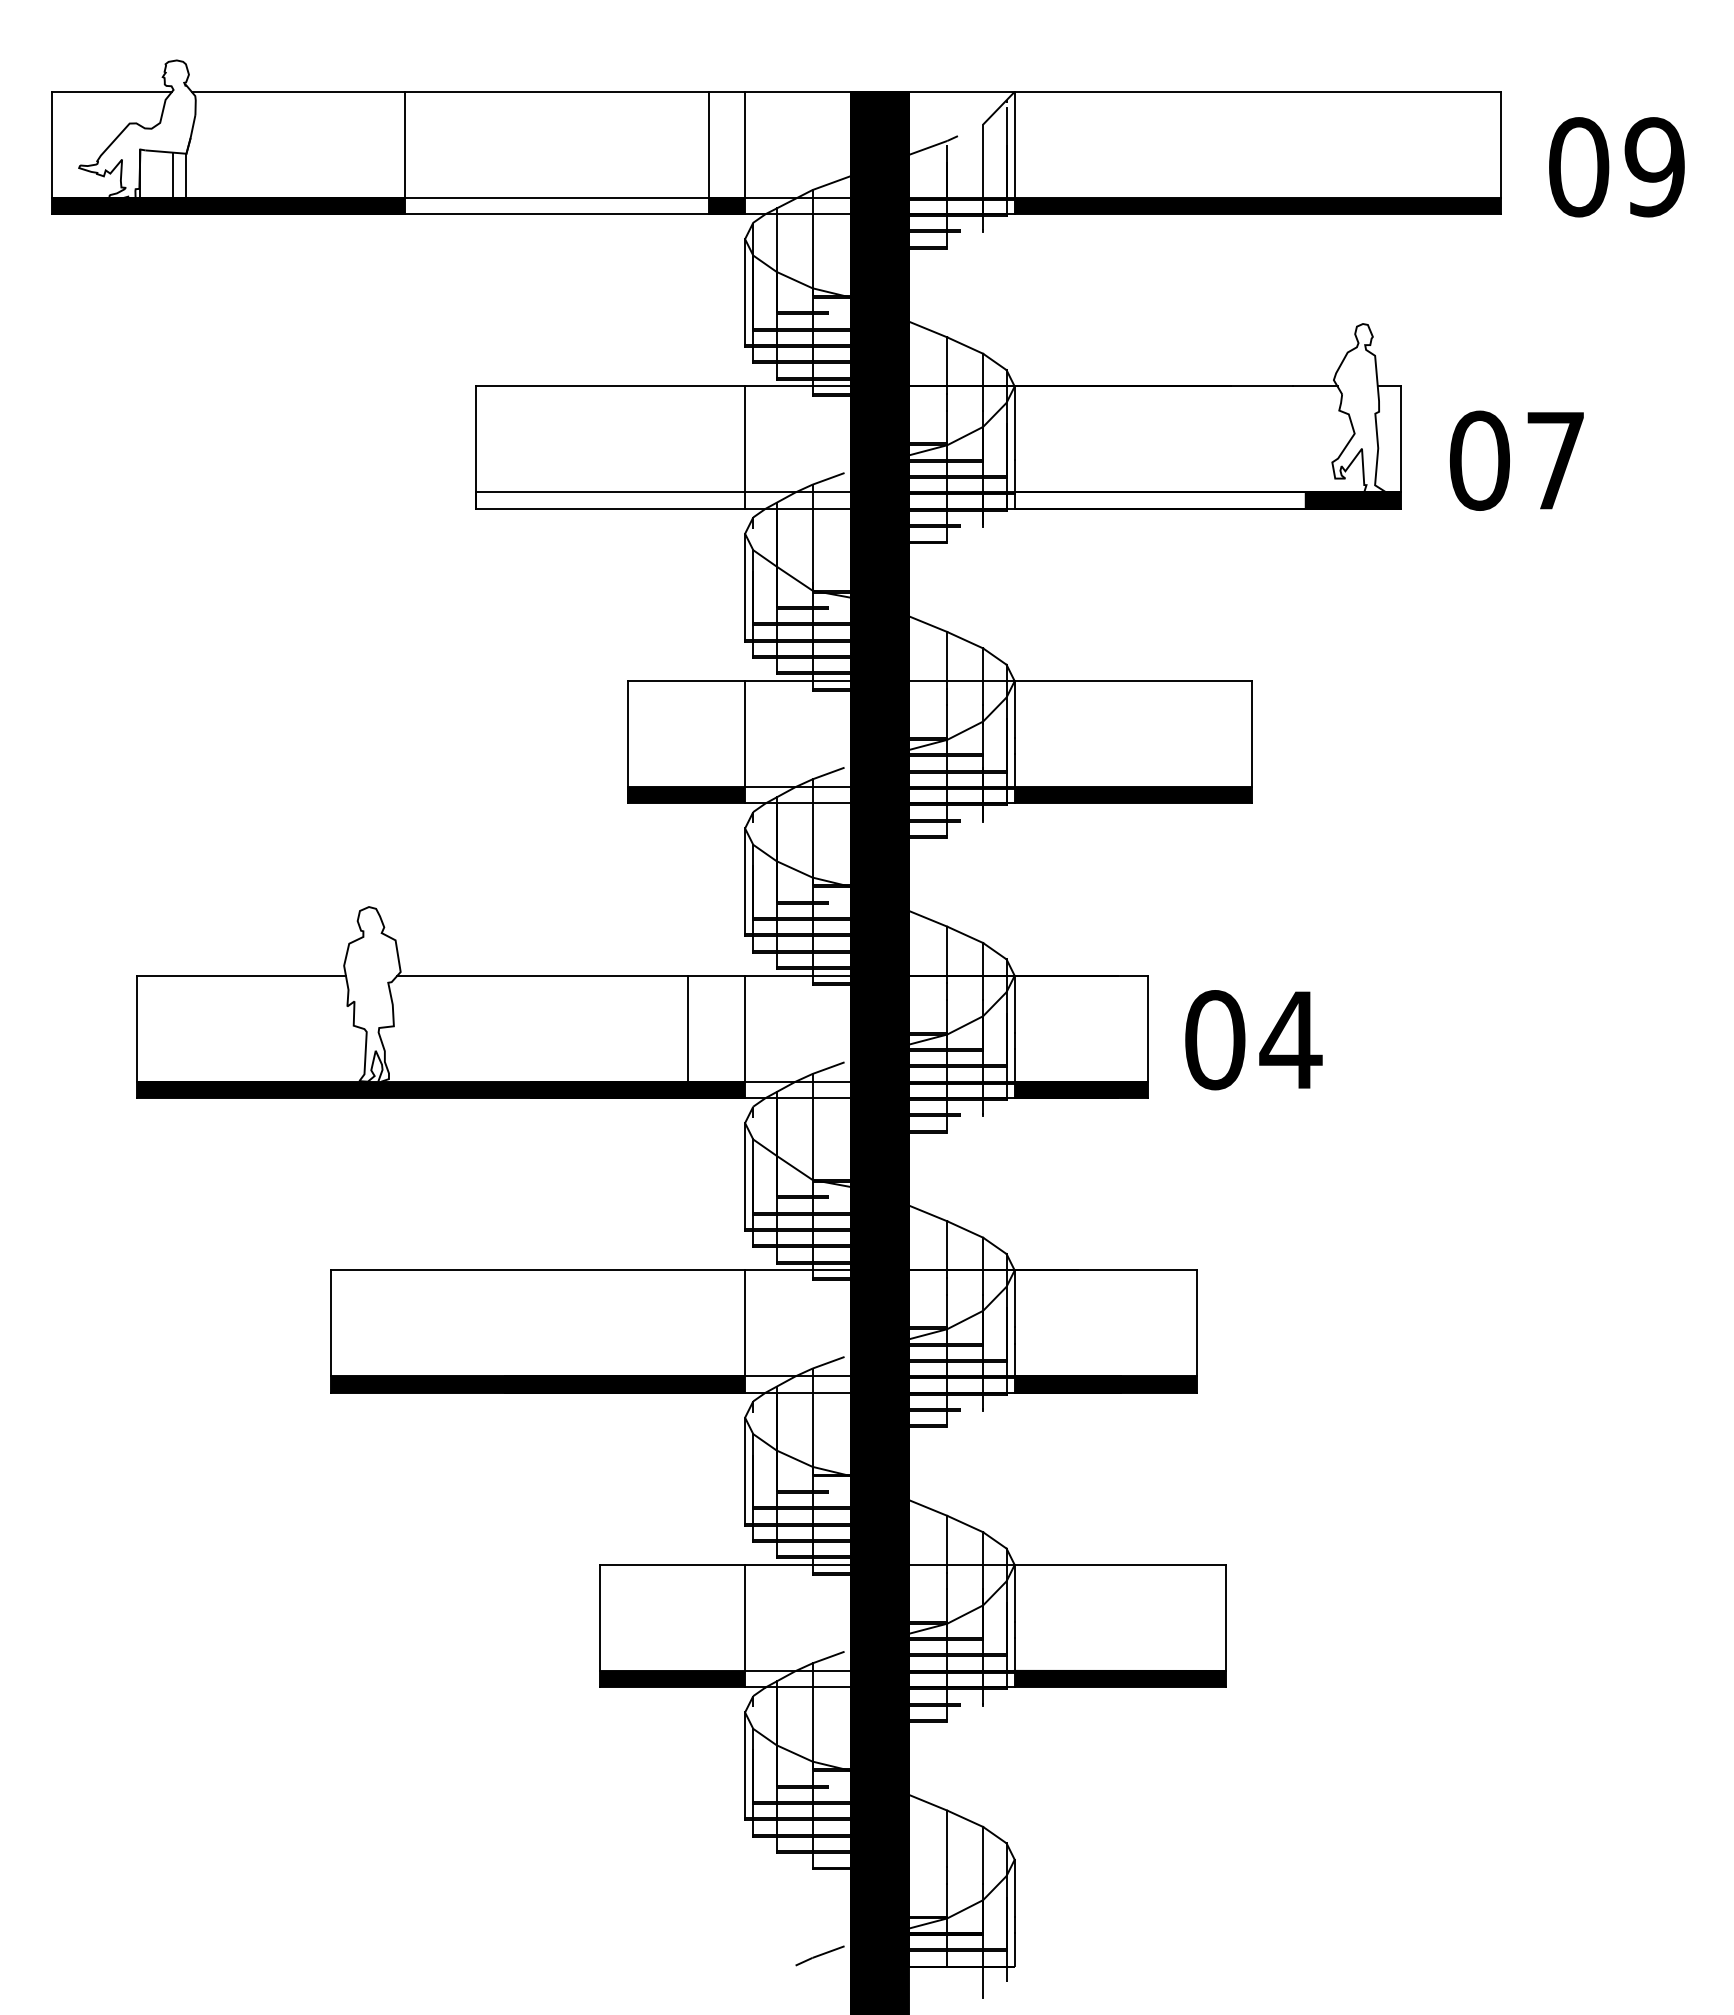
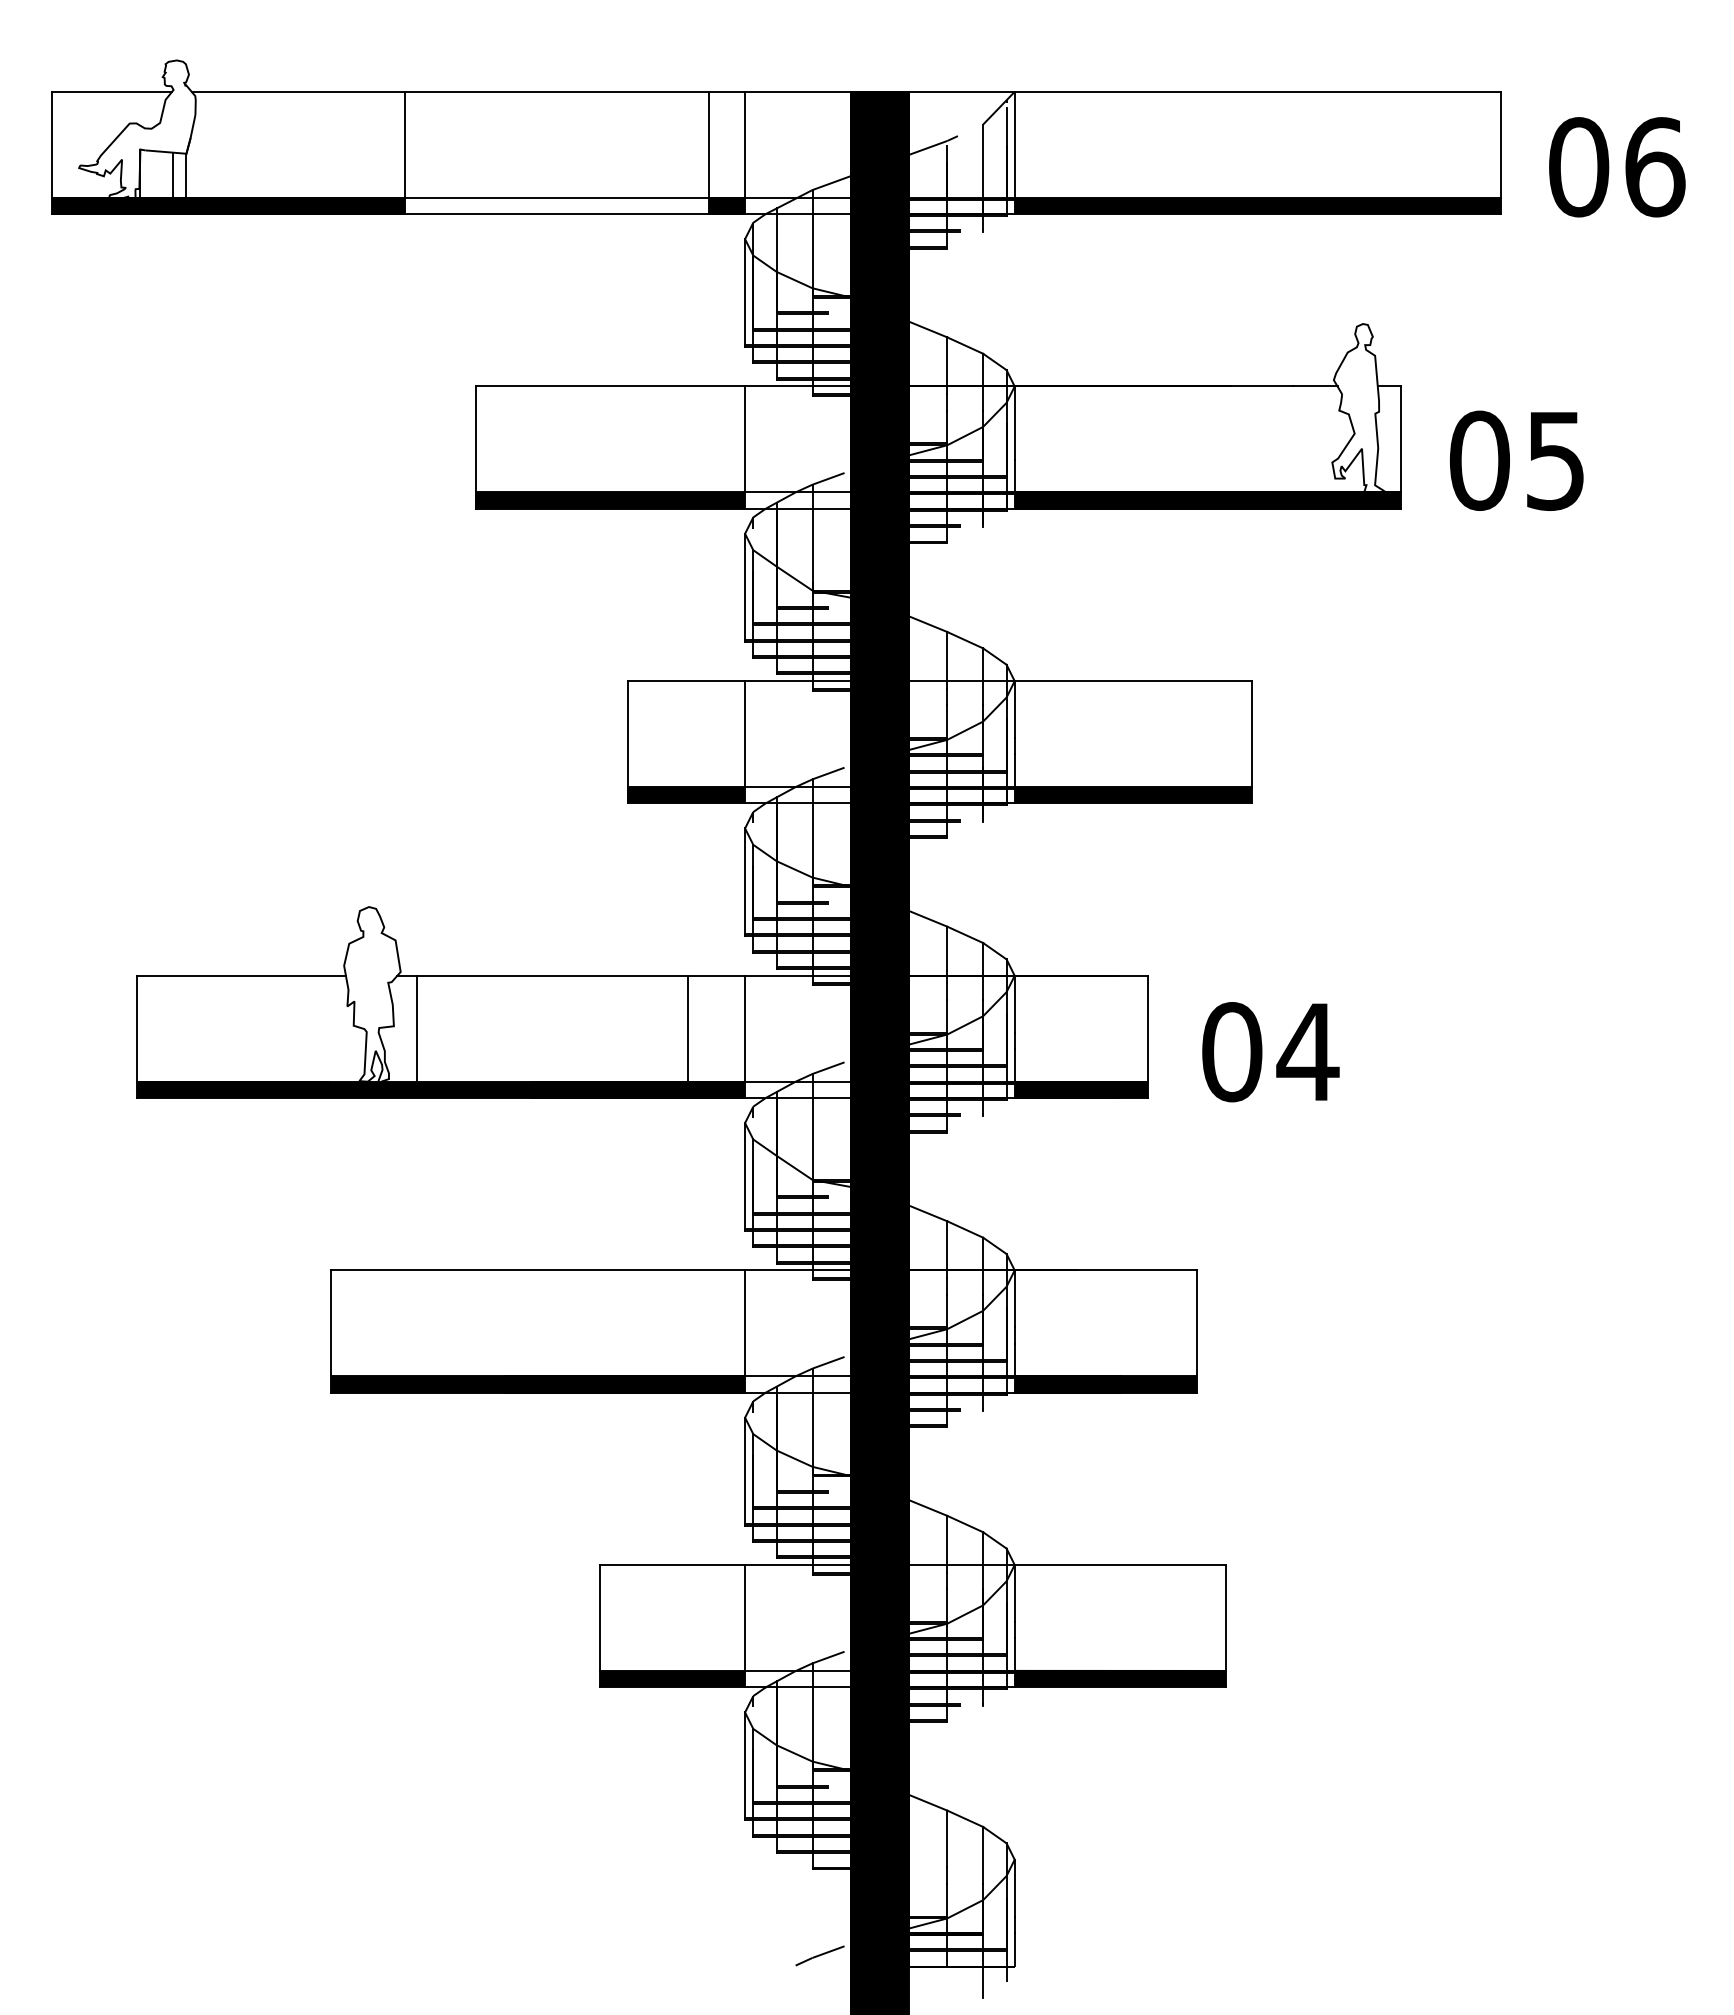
text at (1654, 167): 09 -> 06
text at (1555, 461): 07 -> 05
fill at (610, 500): none -> present
fill at (1159, 500): none -> present
line at (417, 1028): none -> present
text at (1253, 1040) position: (1253, 1040) -> (1270, 1052)
